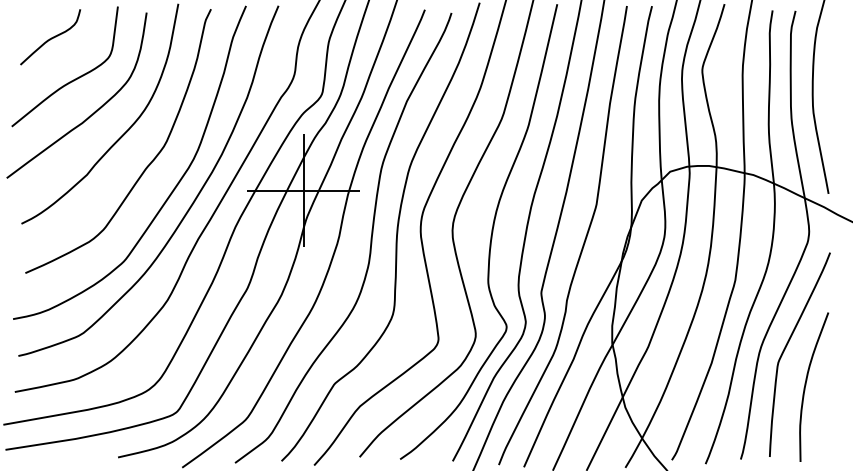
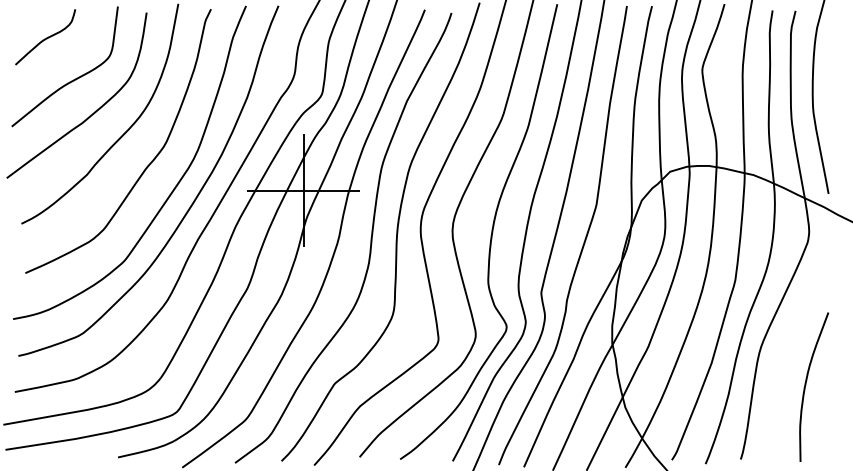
curve at (51, 37) position: (51, 37) -> (46, 37)
curve at (786, 347): present -> none
